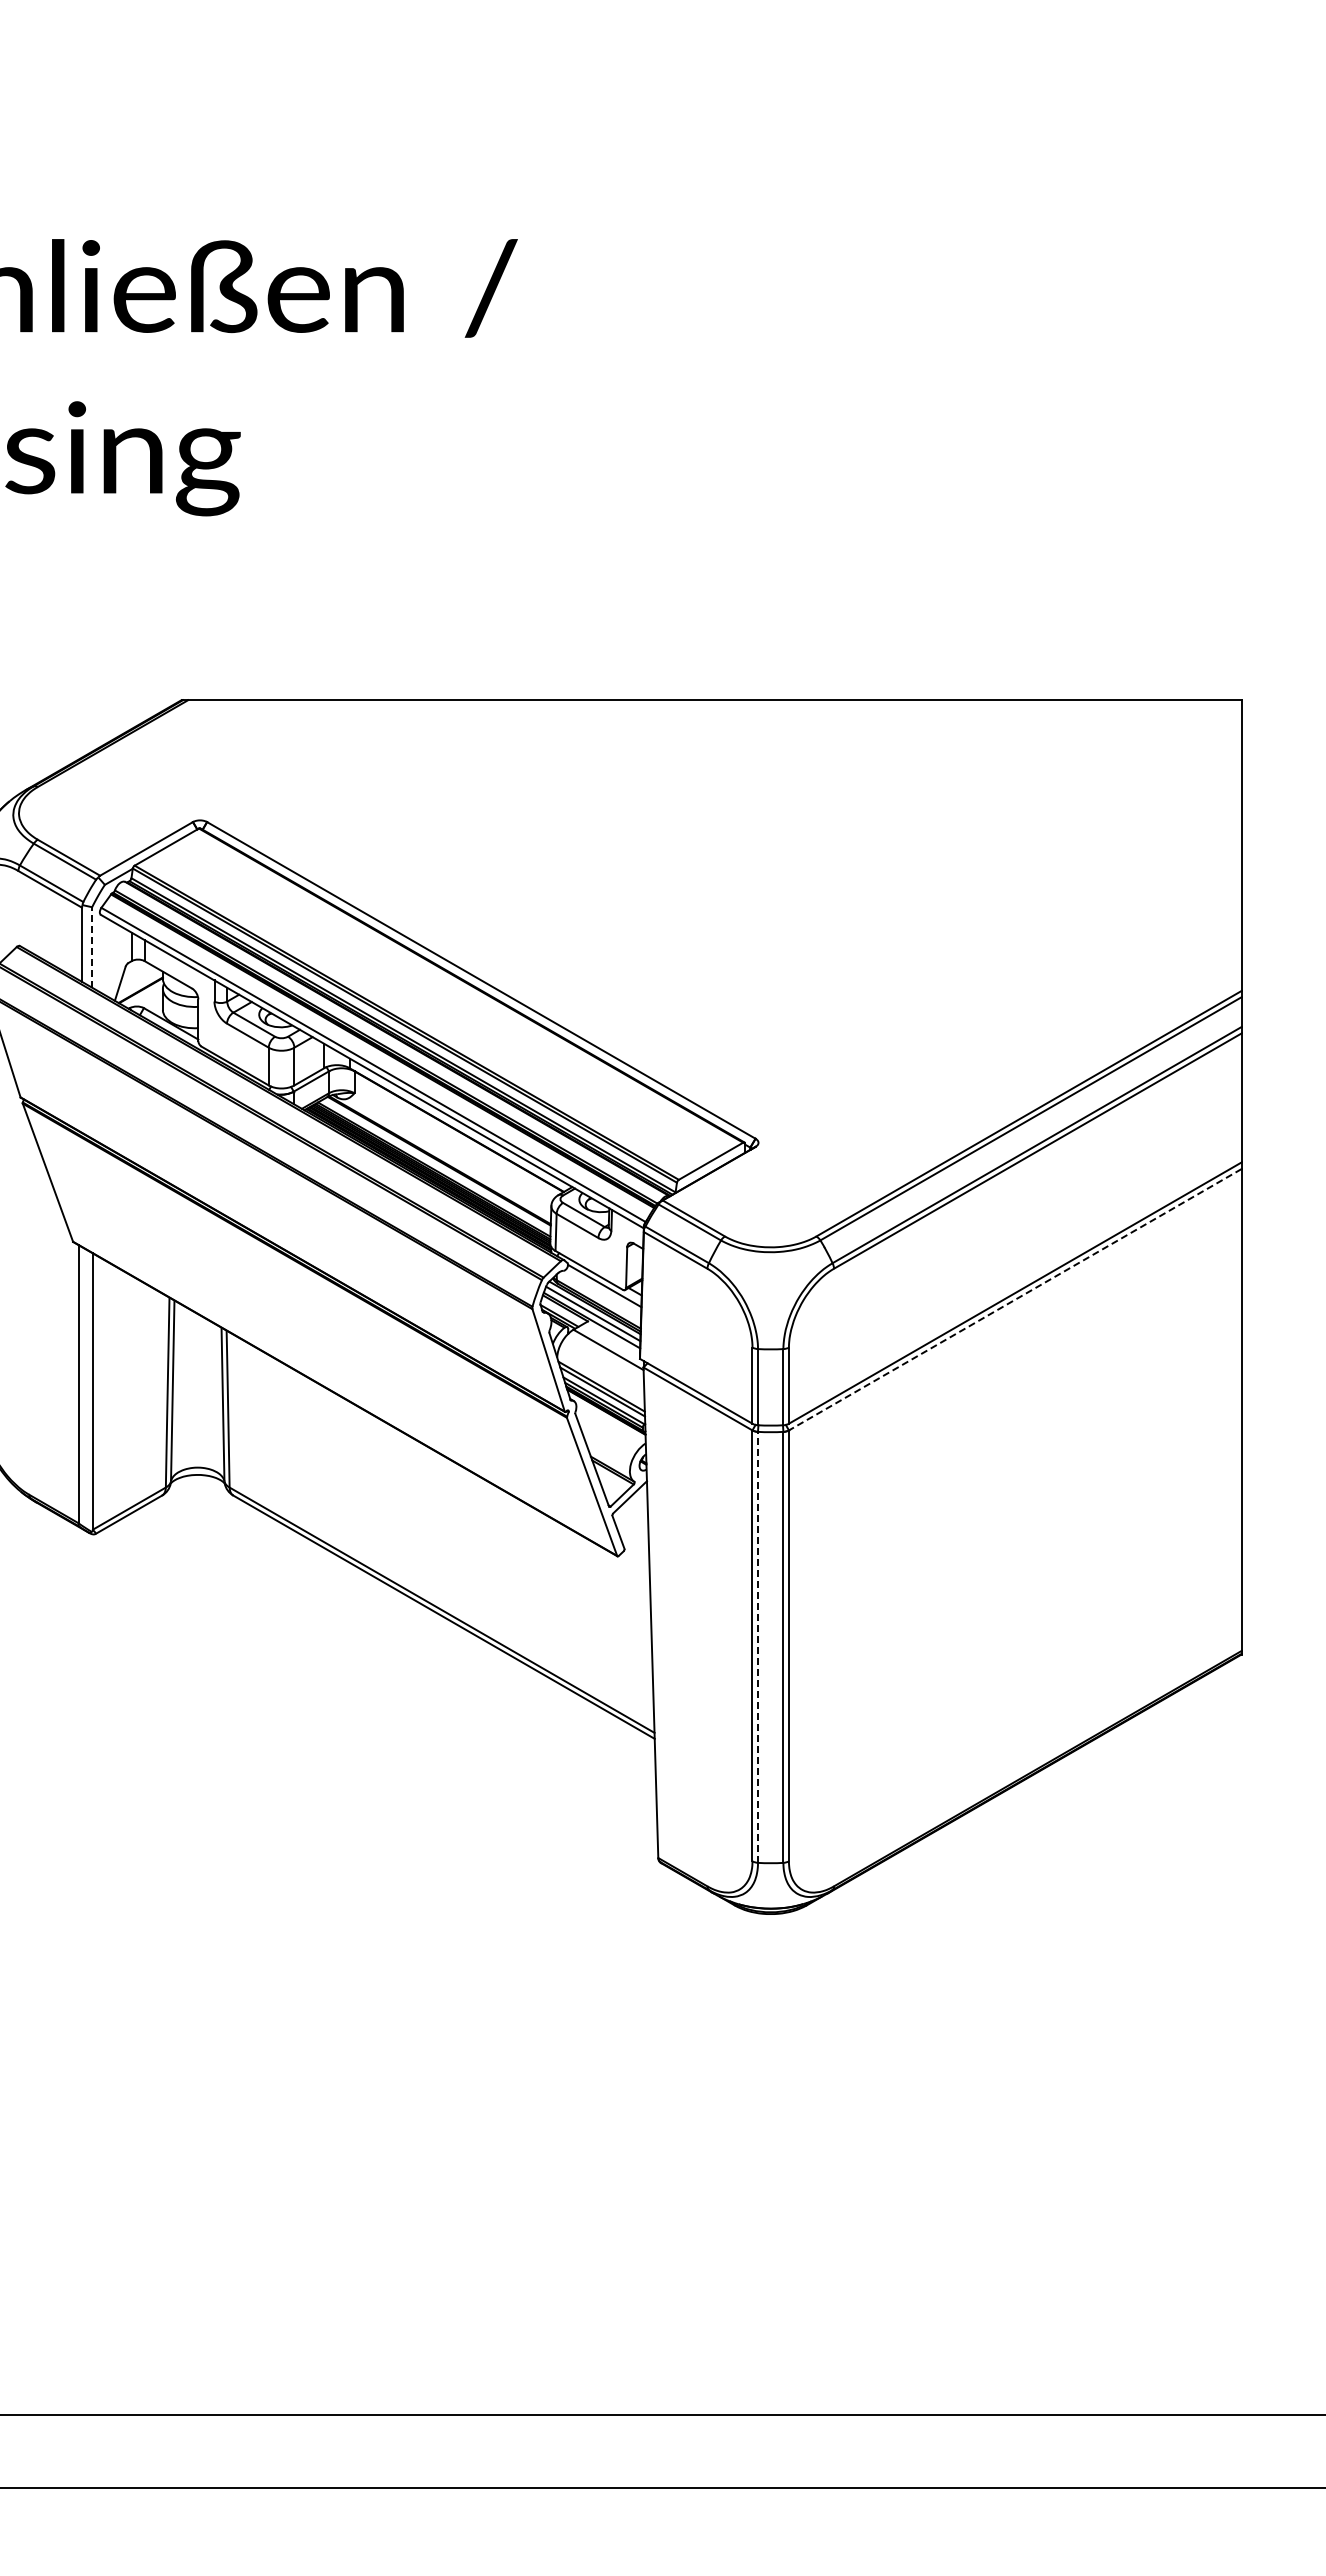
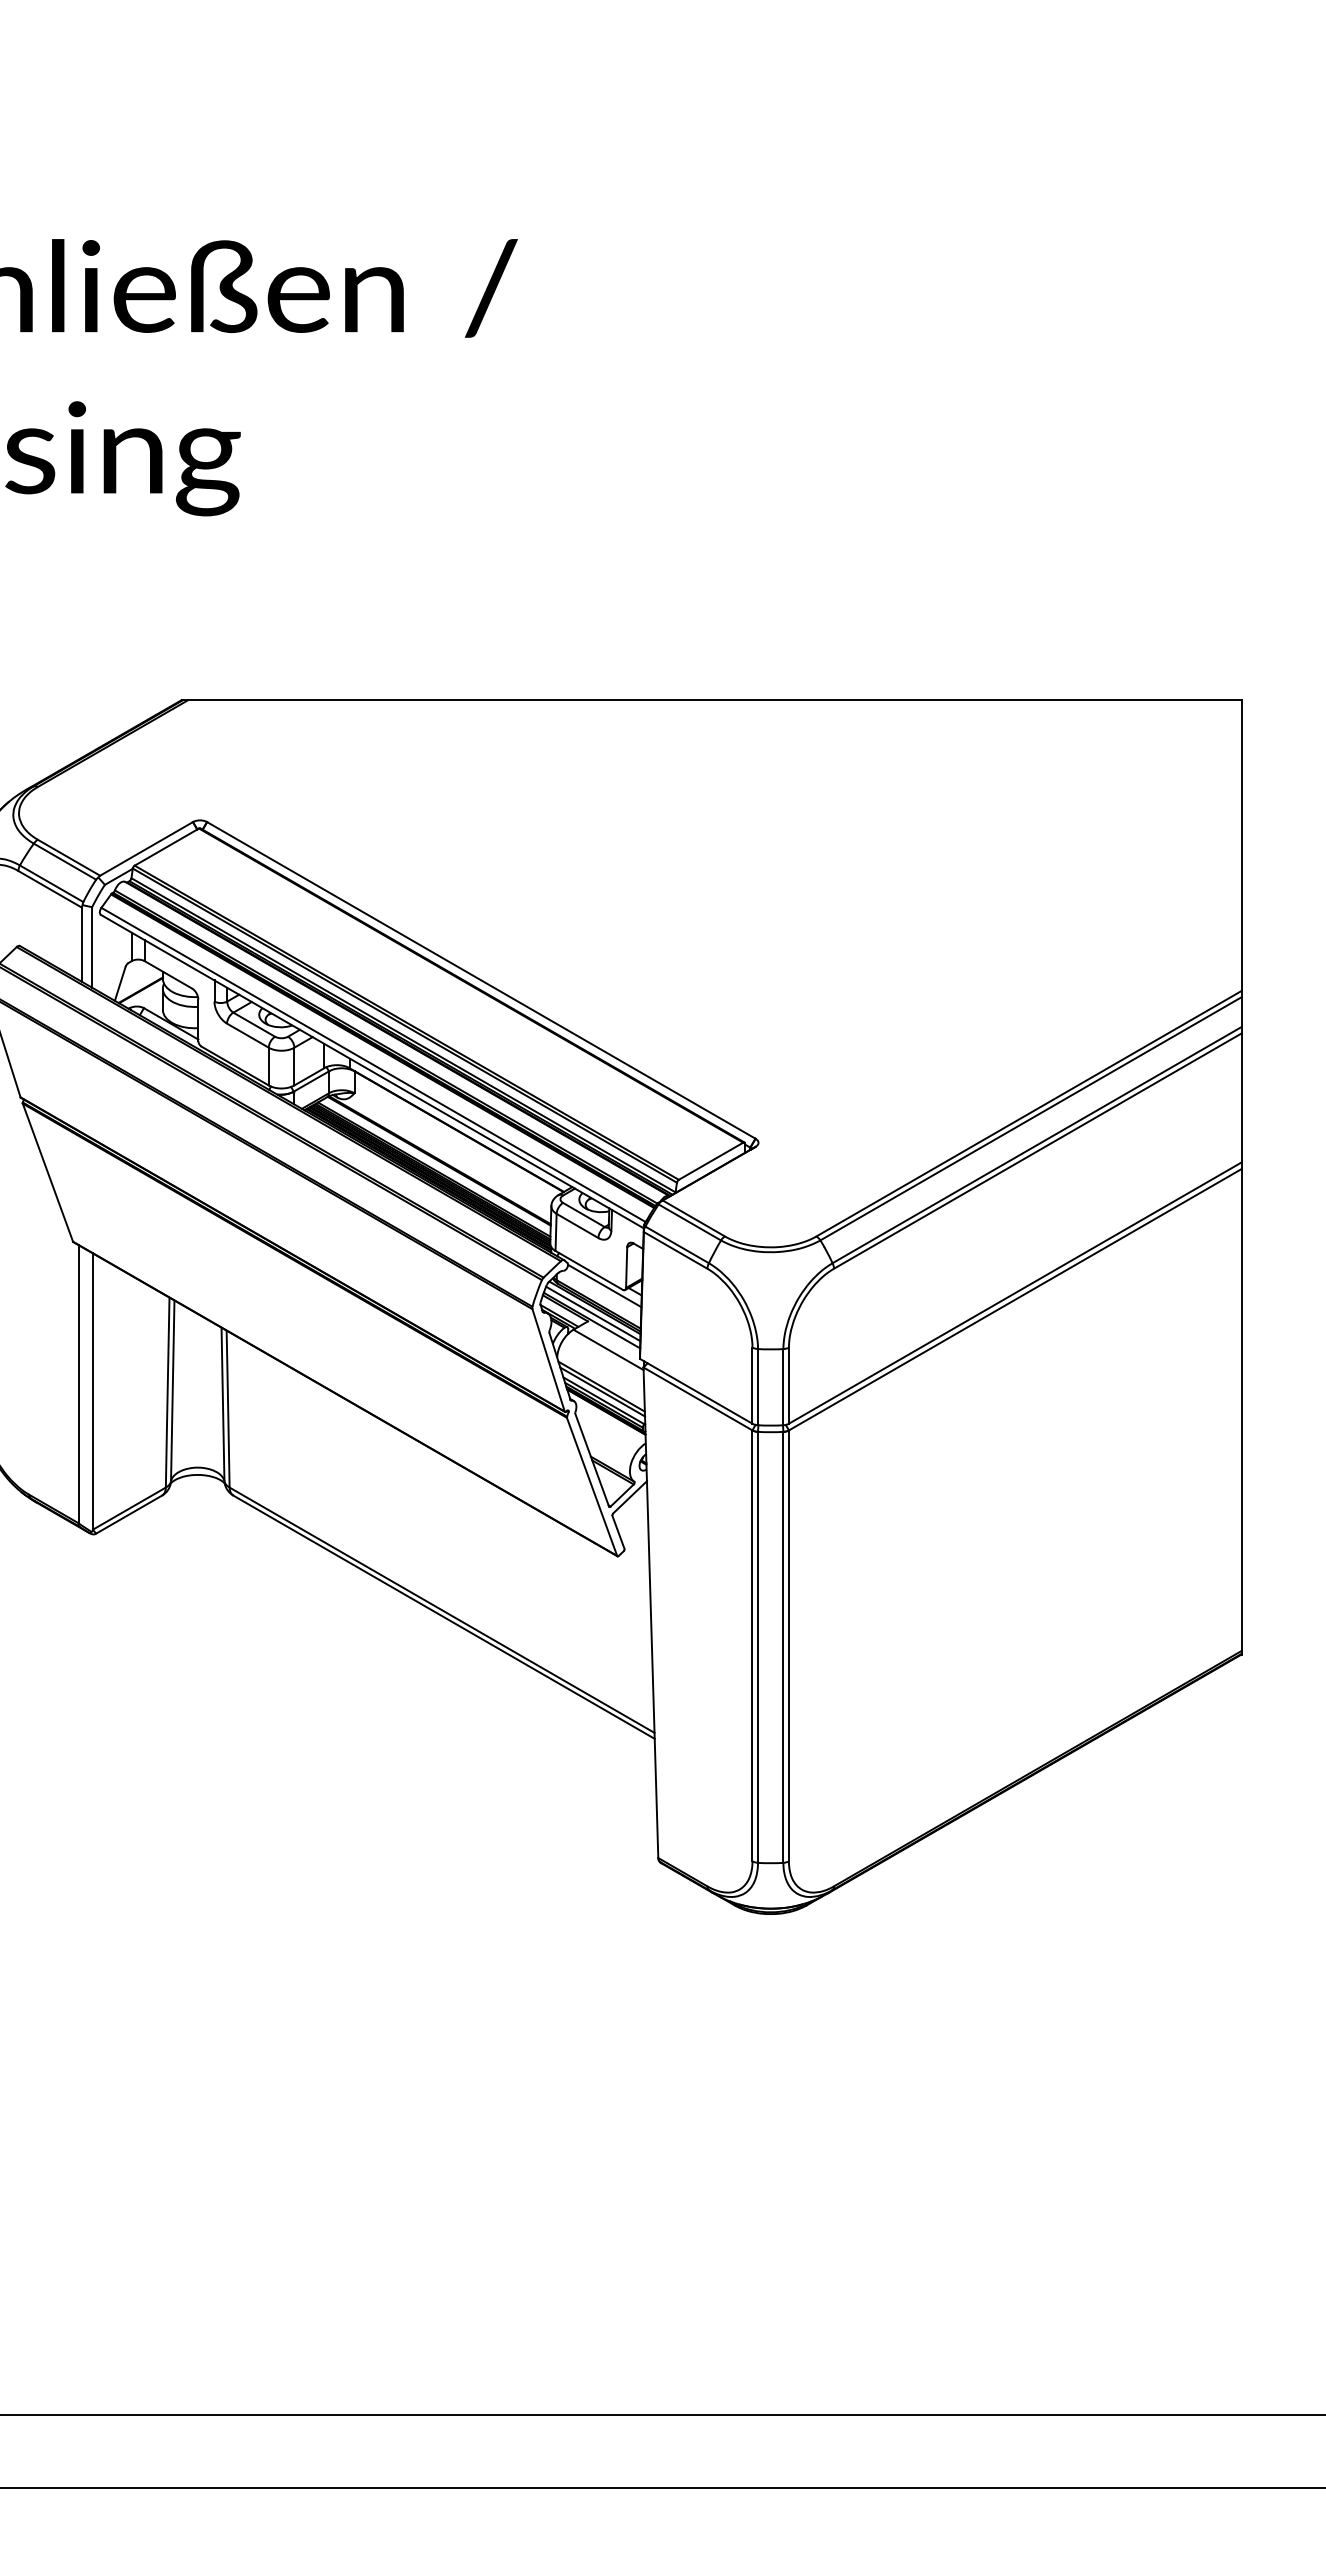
line at (92, 946): dashed -> solid
line at (1014, 1299): dashed -> solid
line at (757, 1646): dashed -> solid
